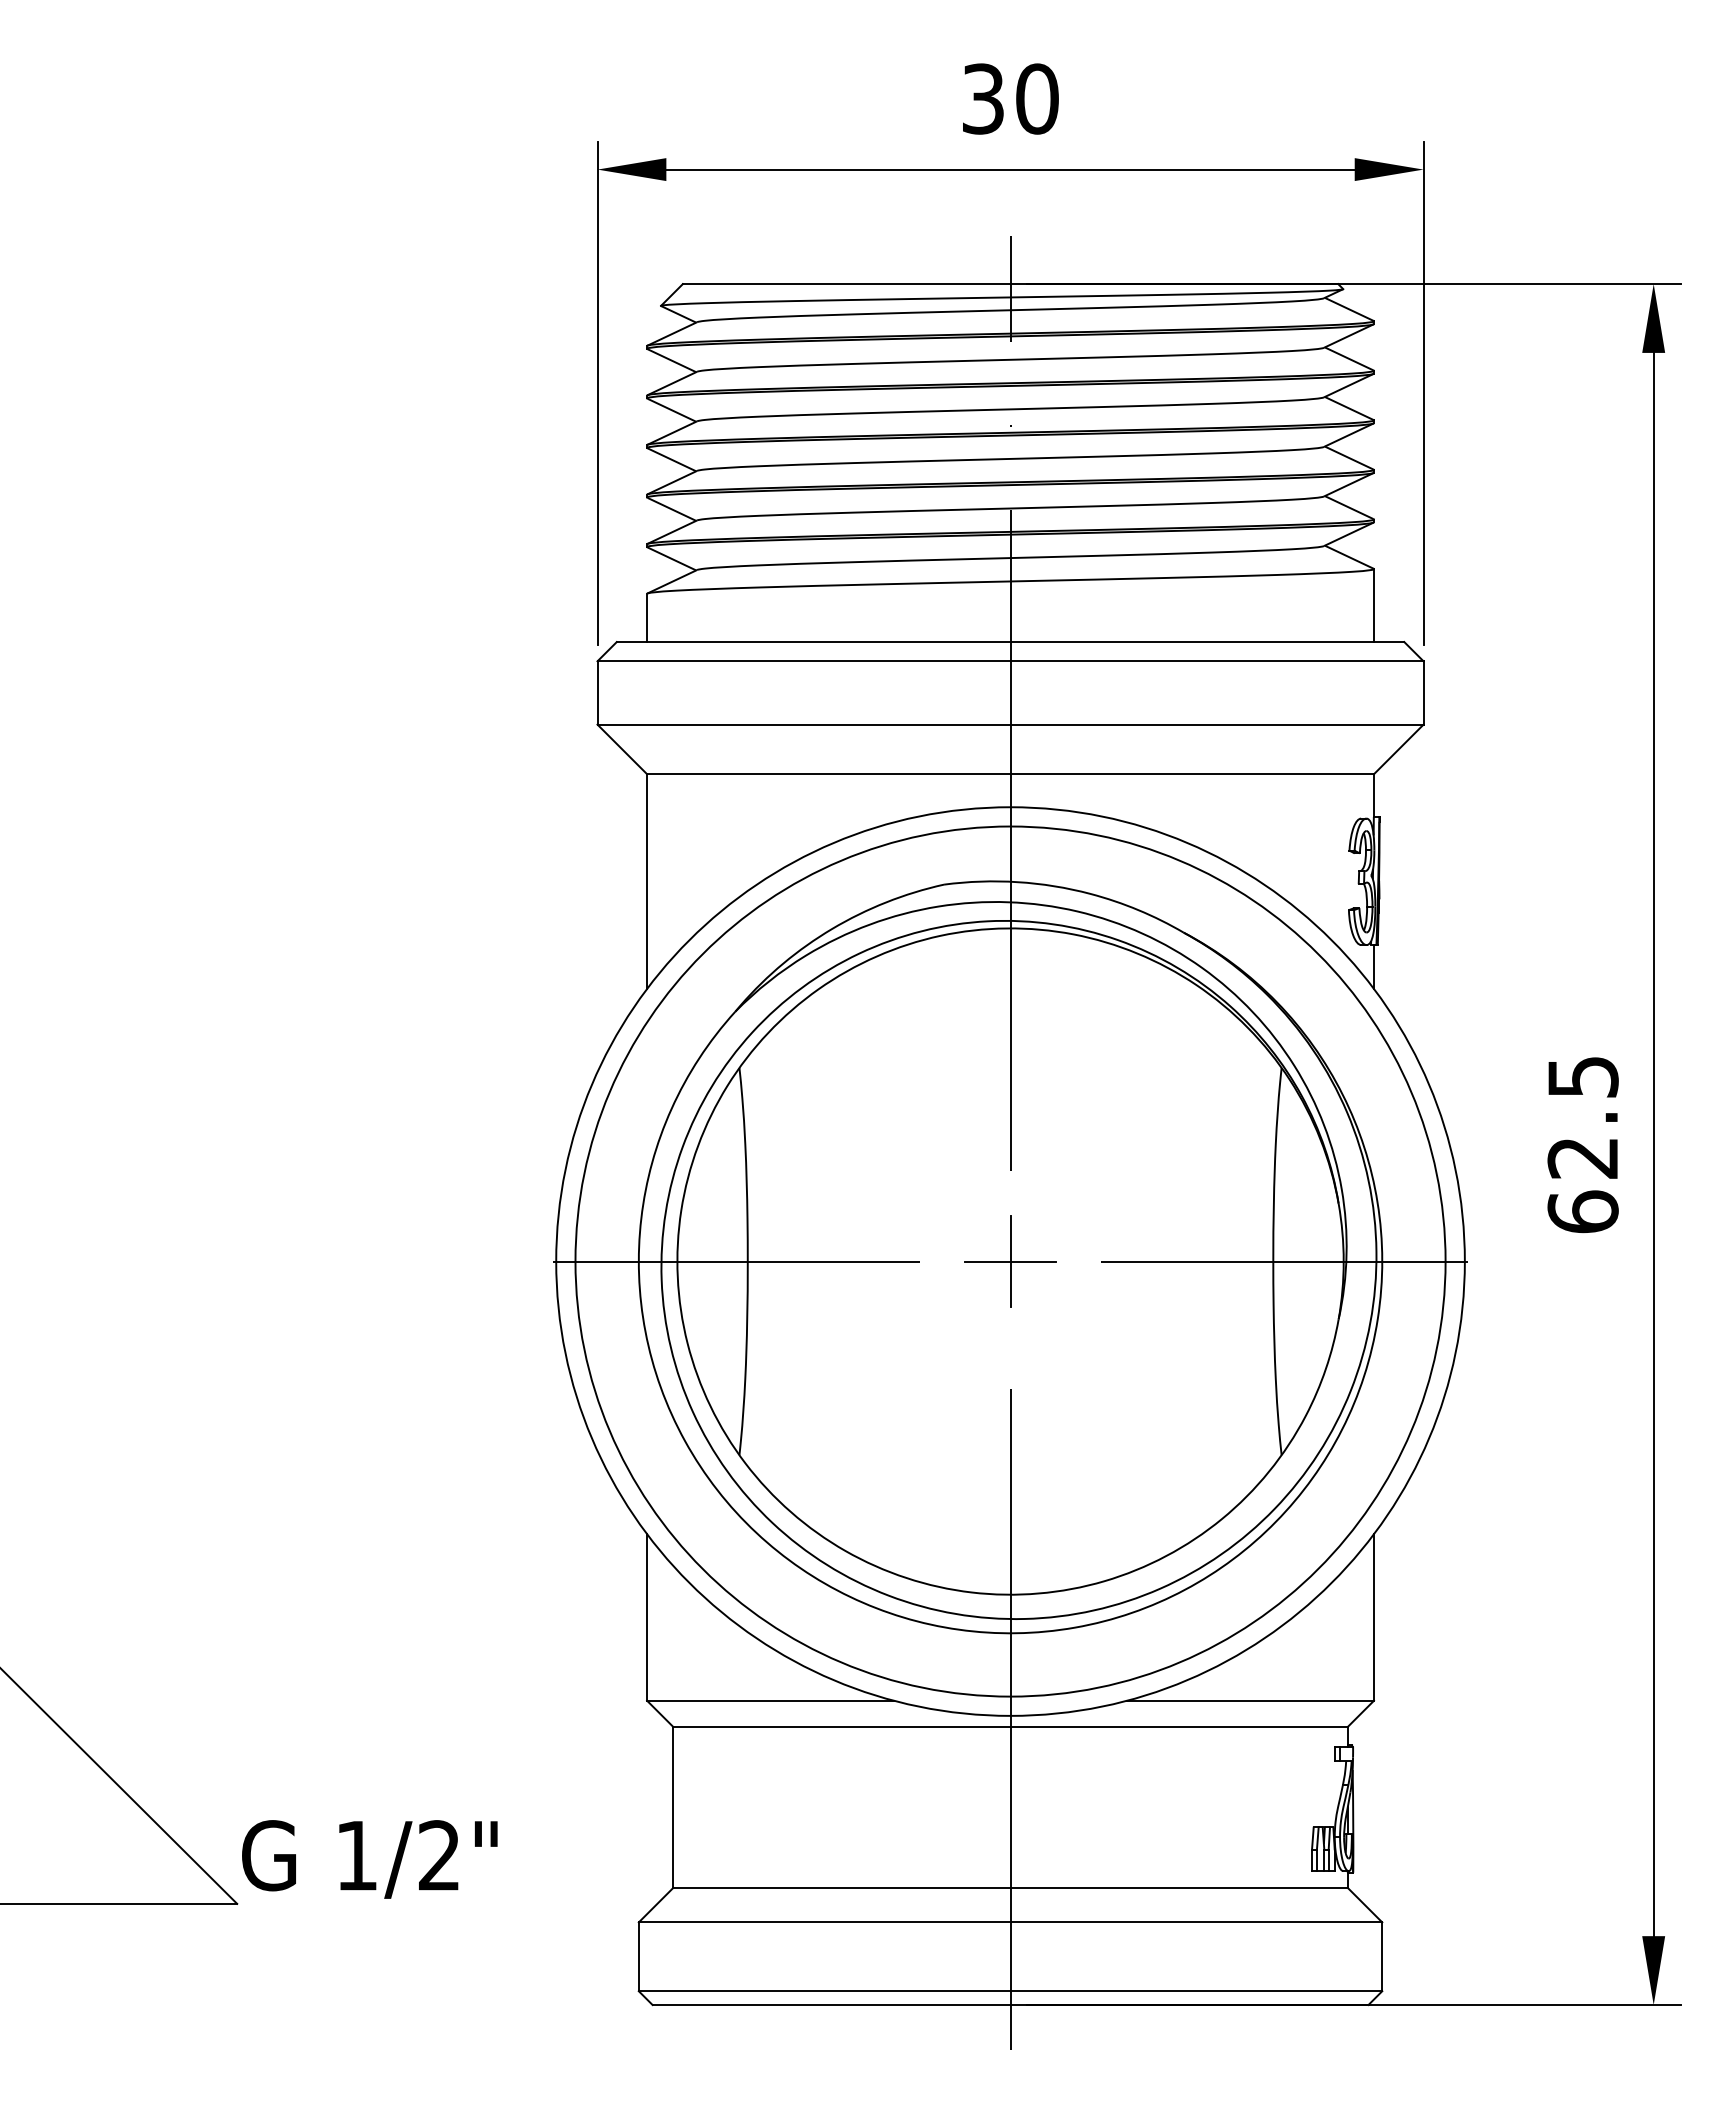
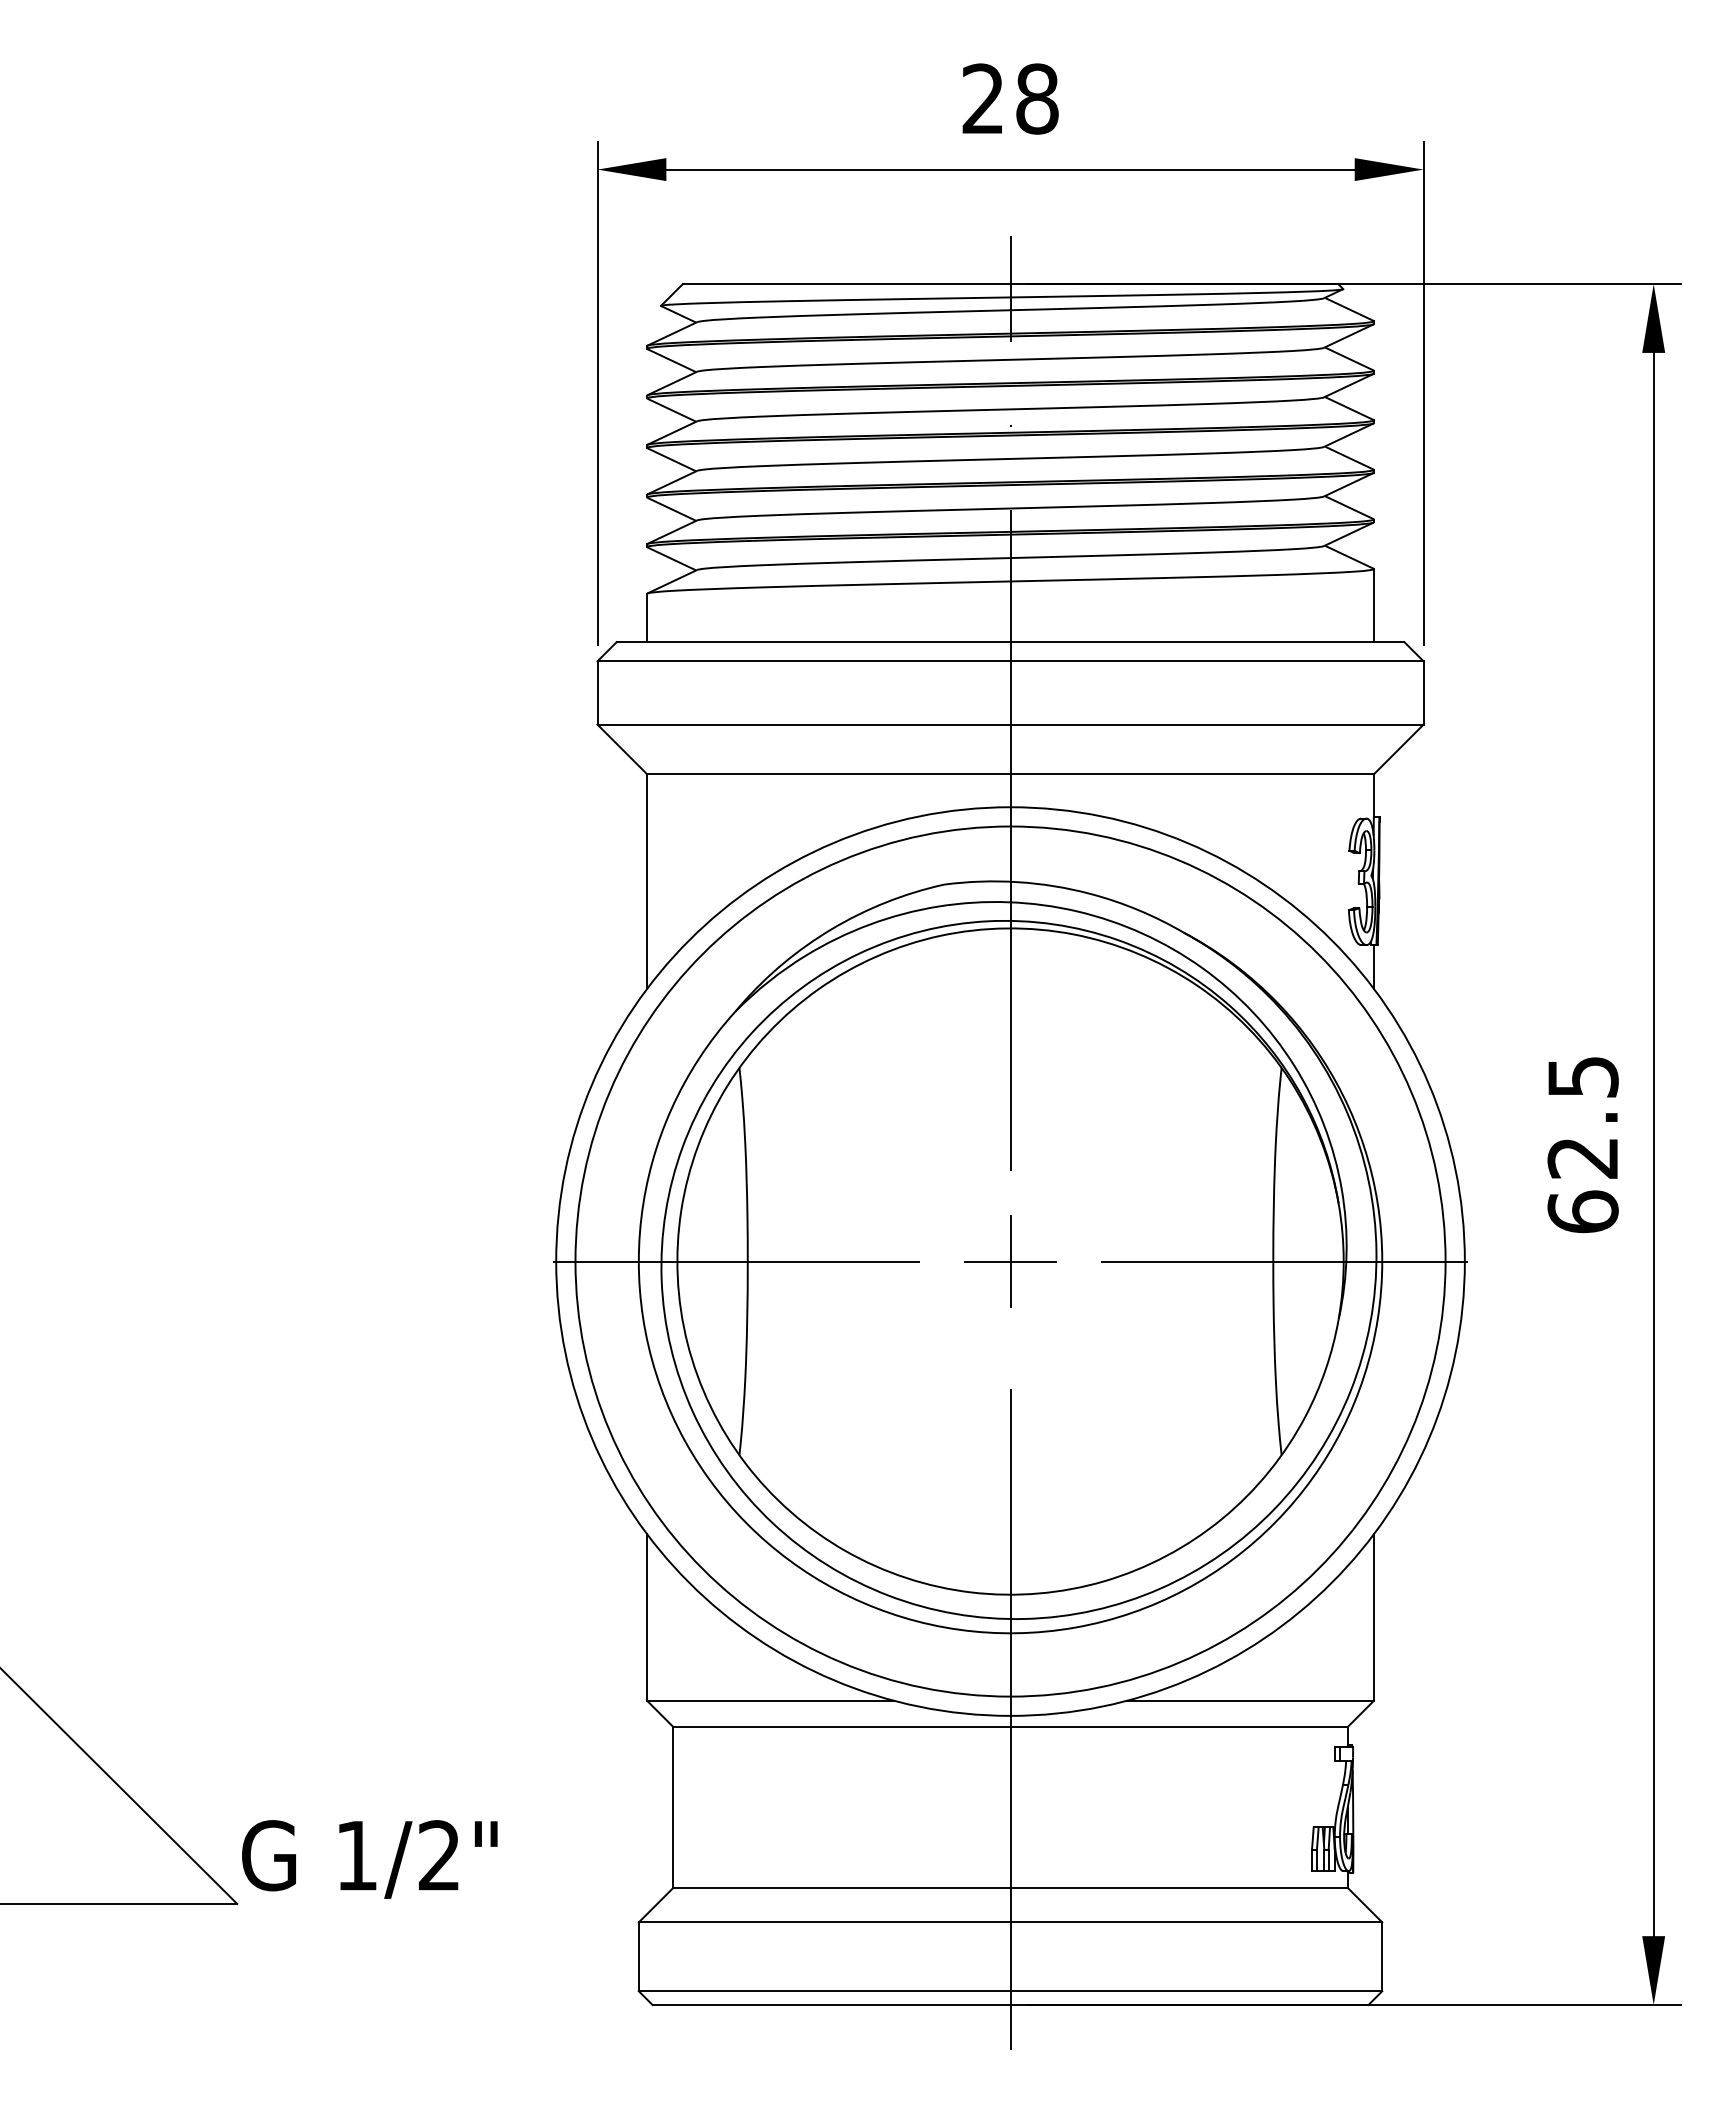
text at (1010, 98): 30 -> 28
